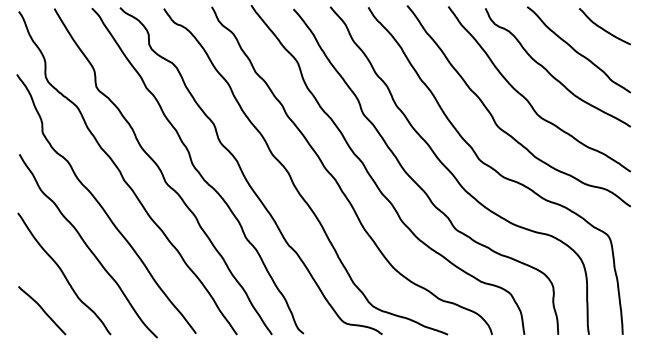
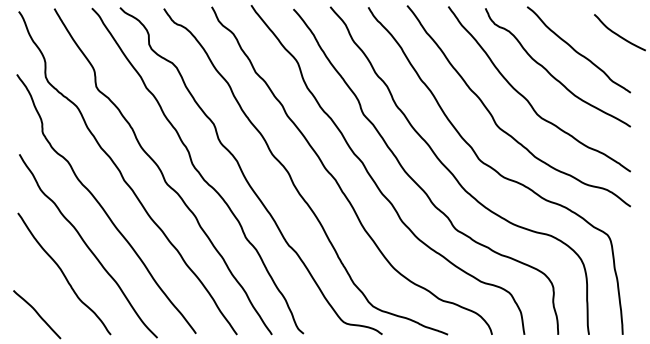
curve at (602, 27) position: (602, 27) -> (617, 33)
curve at (42, 310) position: (42, 310) -> (37, 314)
